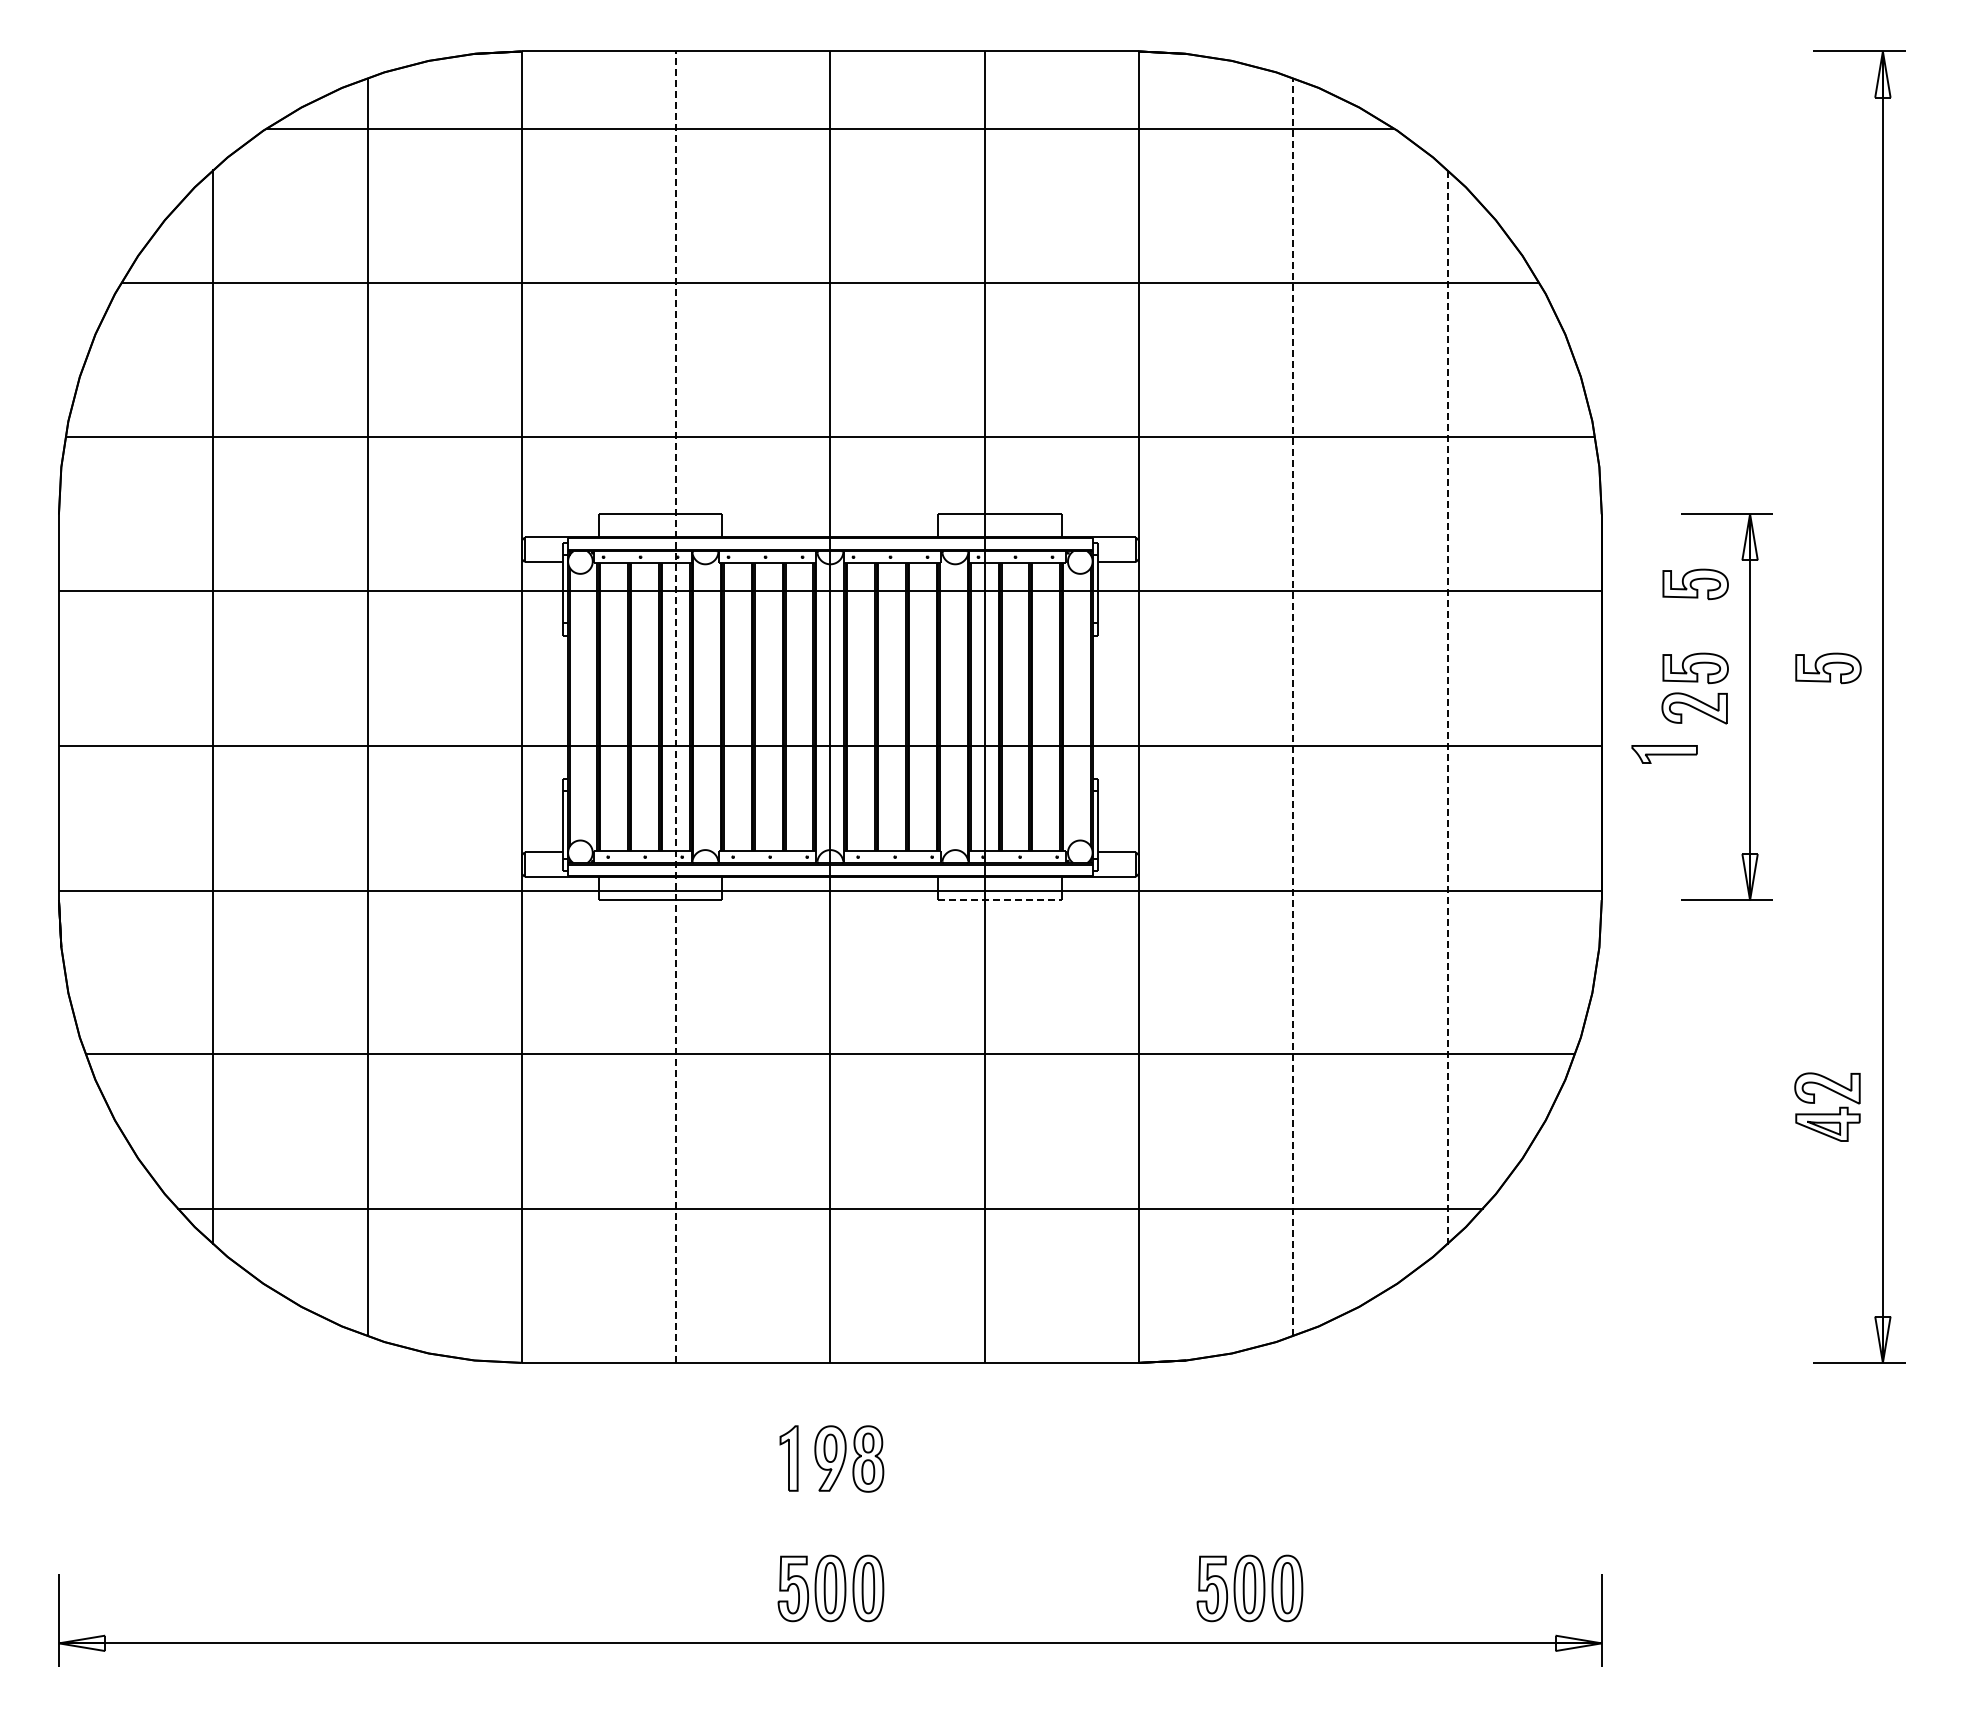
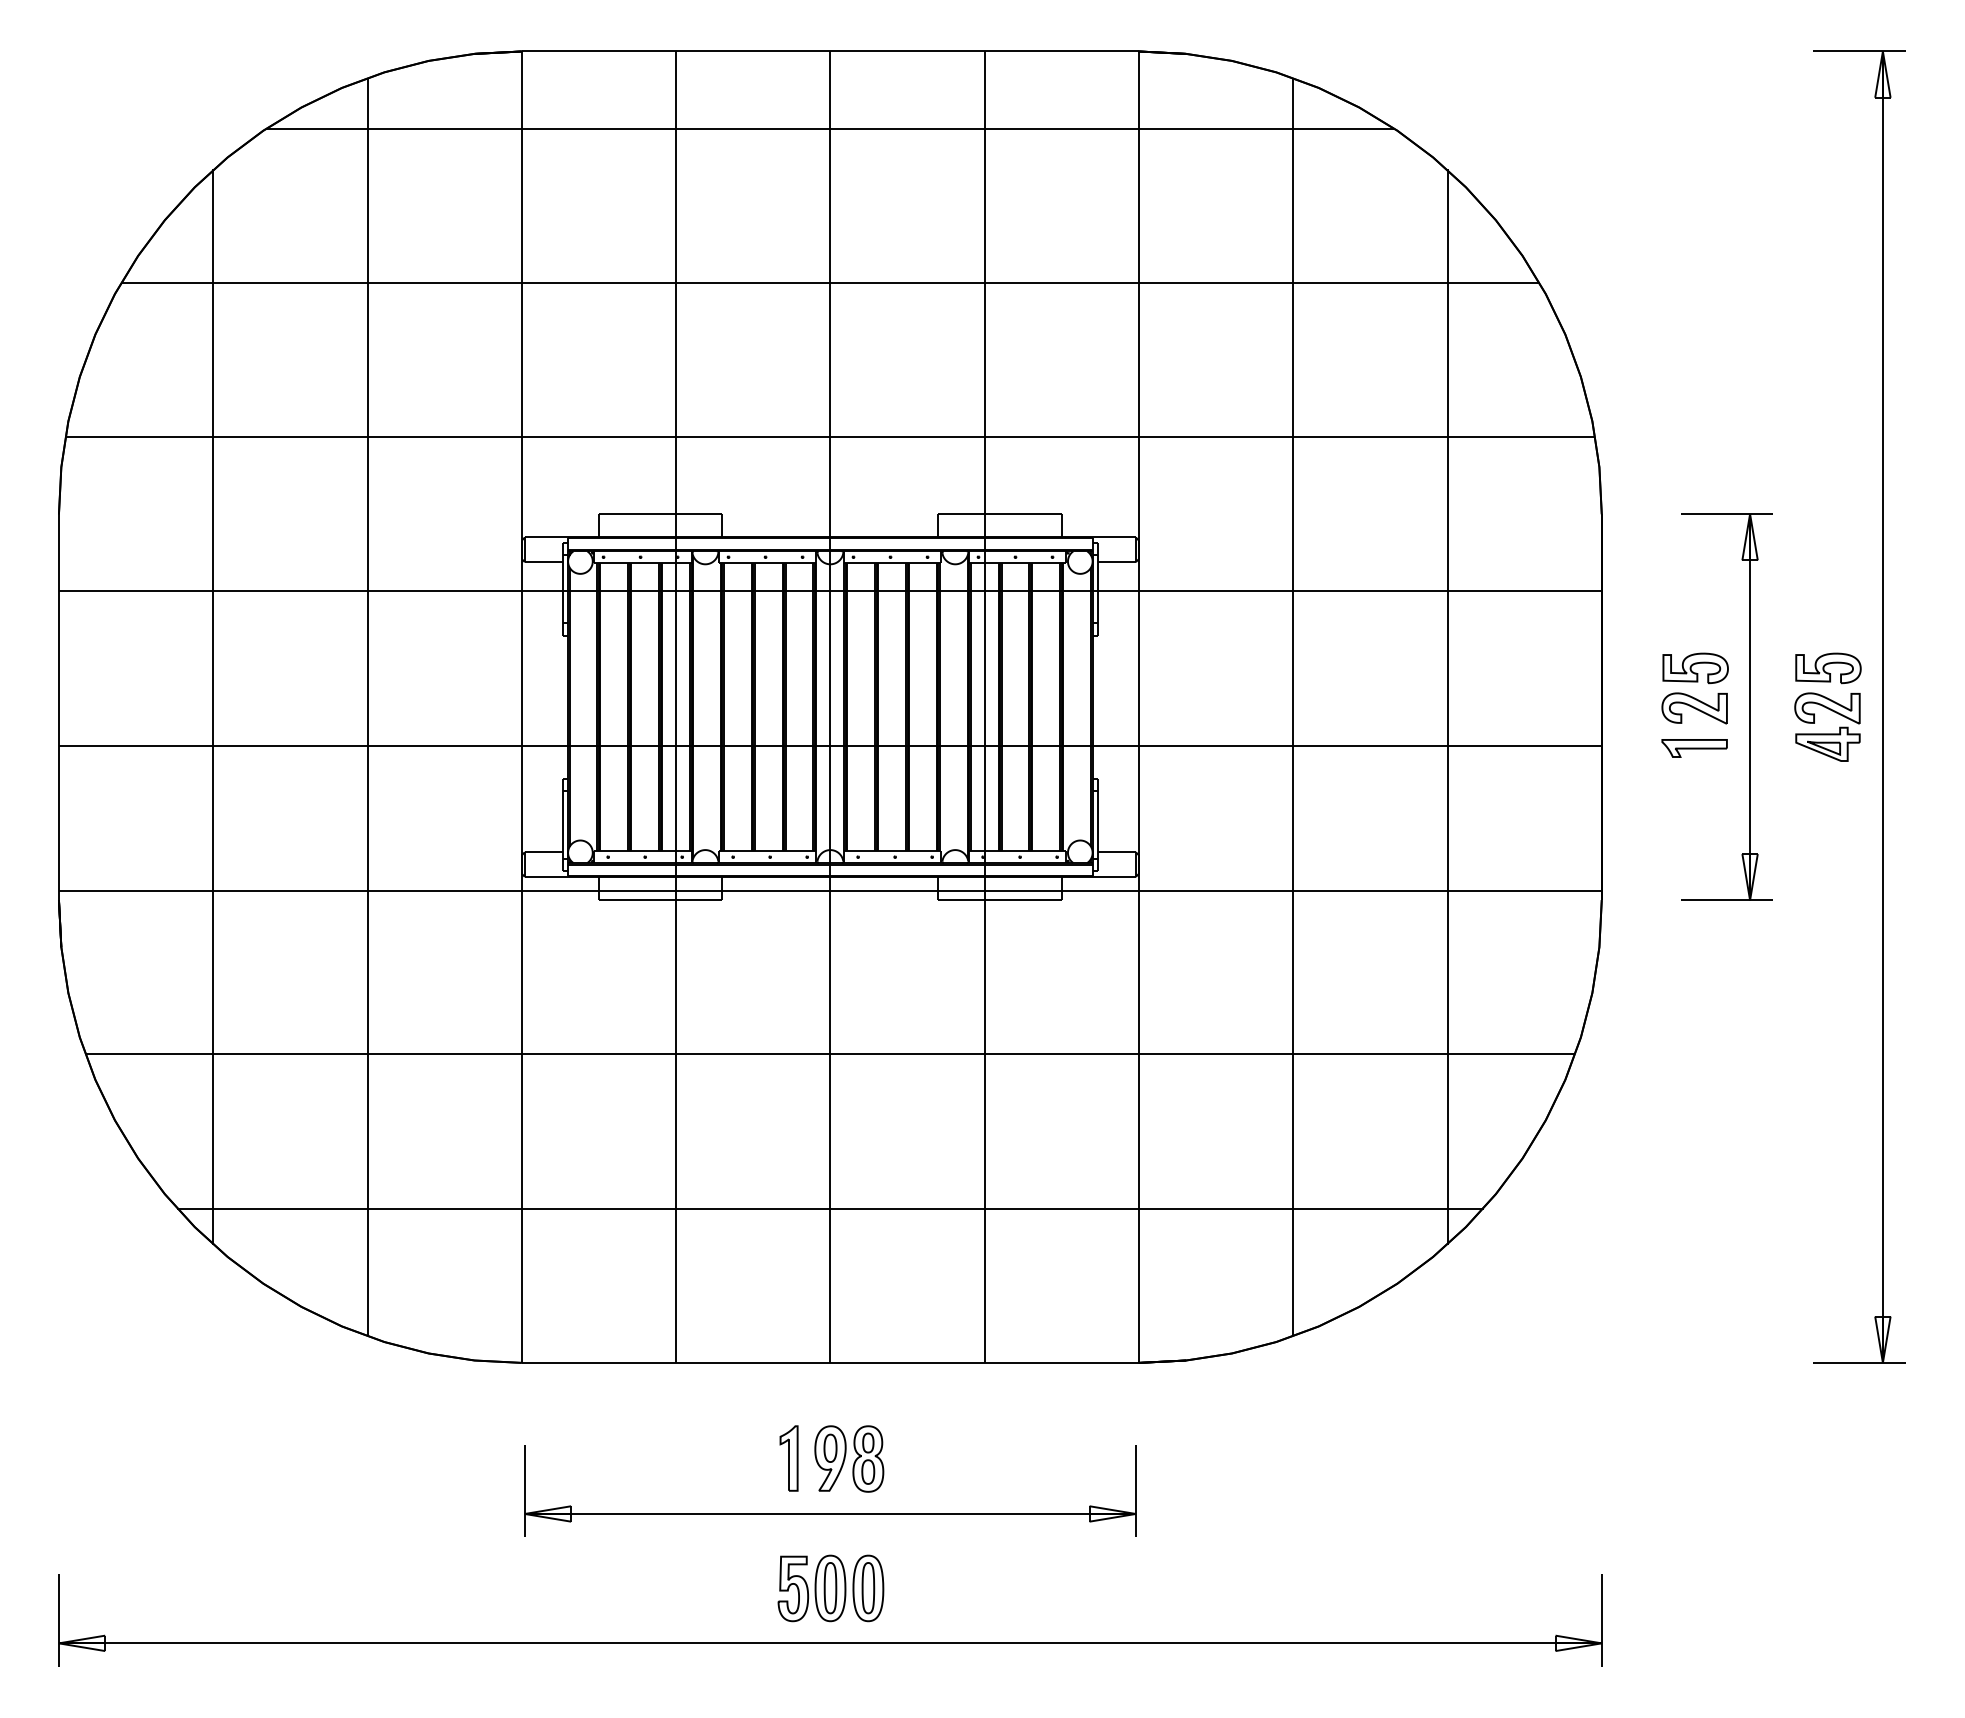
part at (1695, 584): present -> none
line at (1293, 706): dashed -> solid
line at (676, 707): dashed -> solid
line at (1447, 707): dashed -> solid
part at (1664, 754) position: (1664, 754) -> (1694, 748)
line at (1000, 900): dashed -> solid
part at (1827, 1113) position: (1827, 1113) -> (1827, 733)
part at (830, 1513): none -> present
part at (1249, 1588): present -> none
